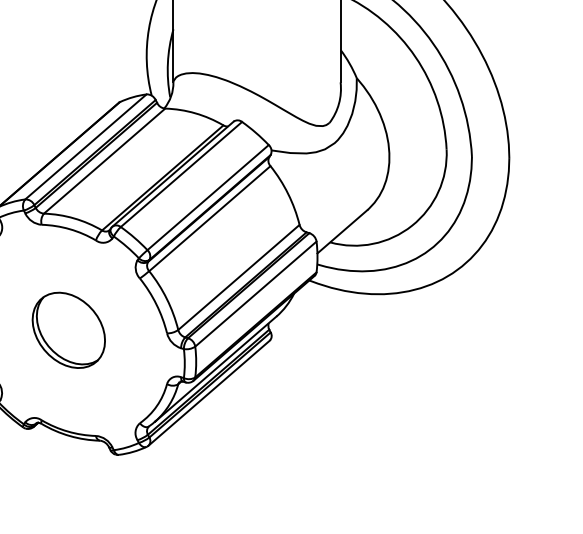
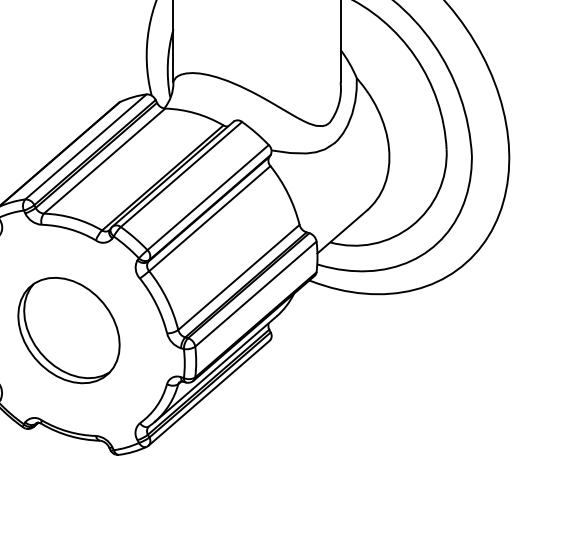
part at (68, 329) size: 75x78 px -> 104x109 px
